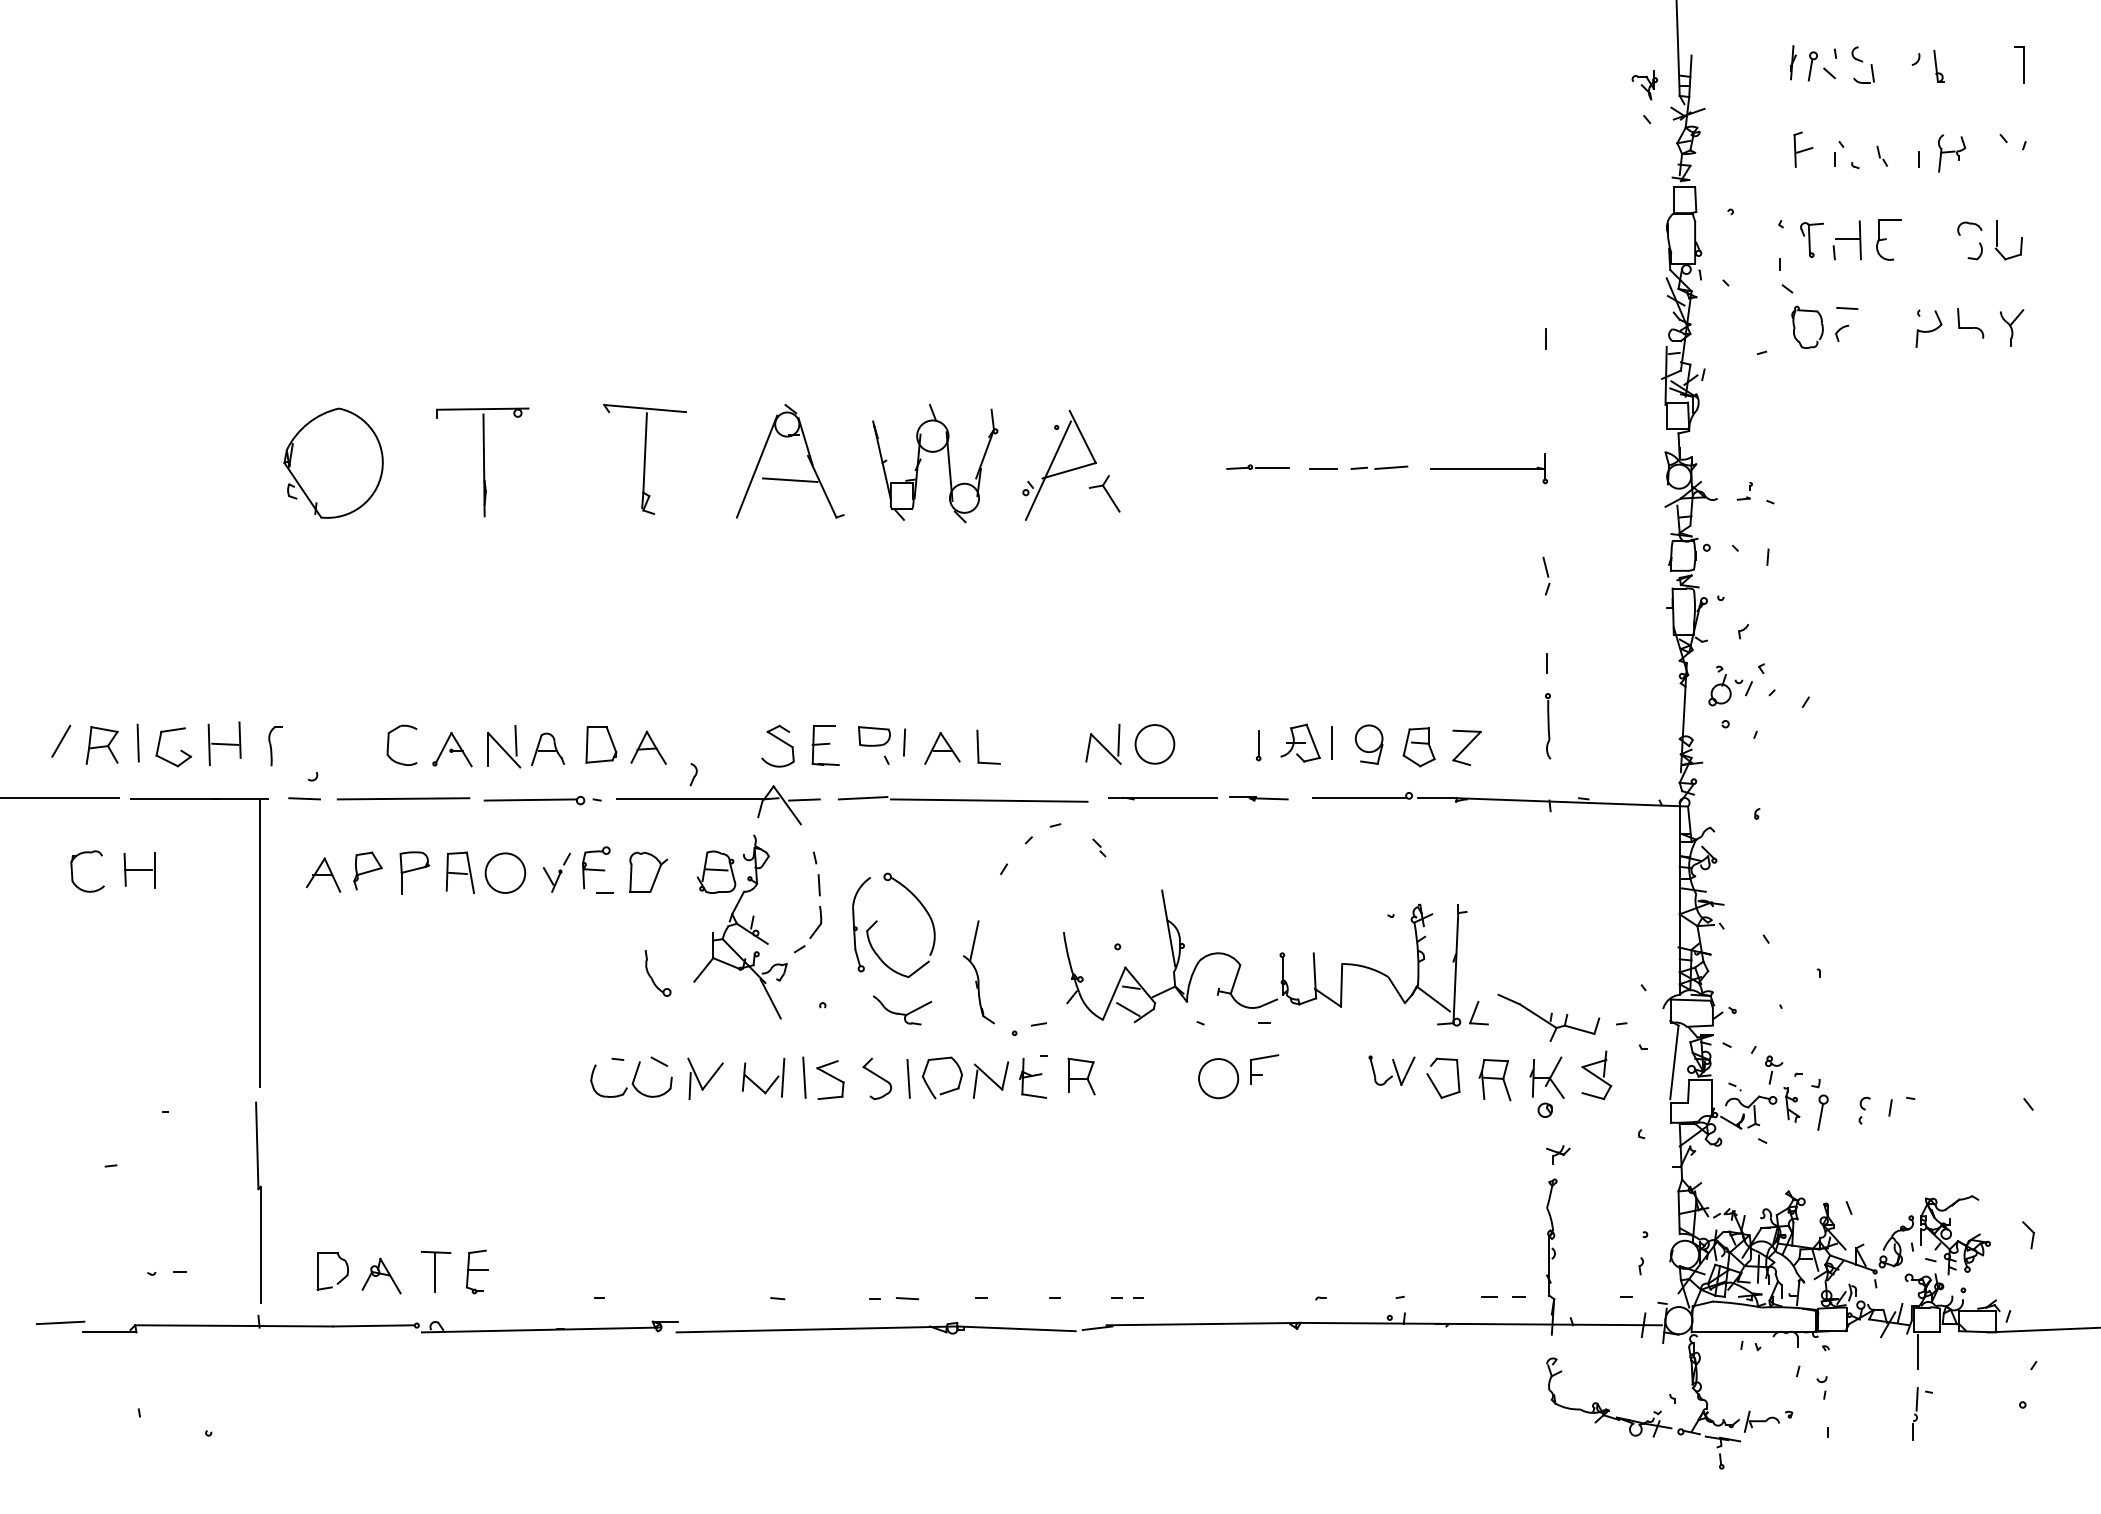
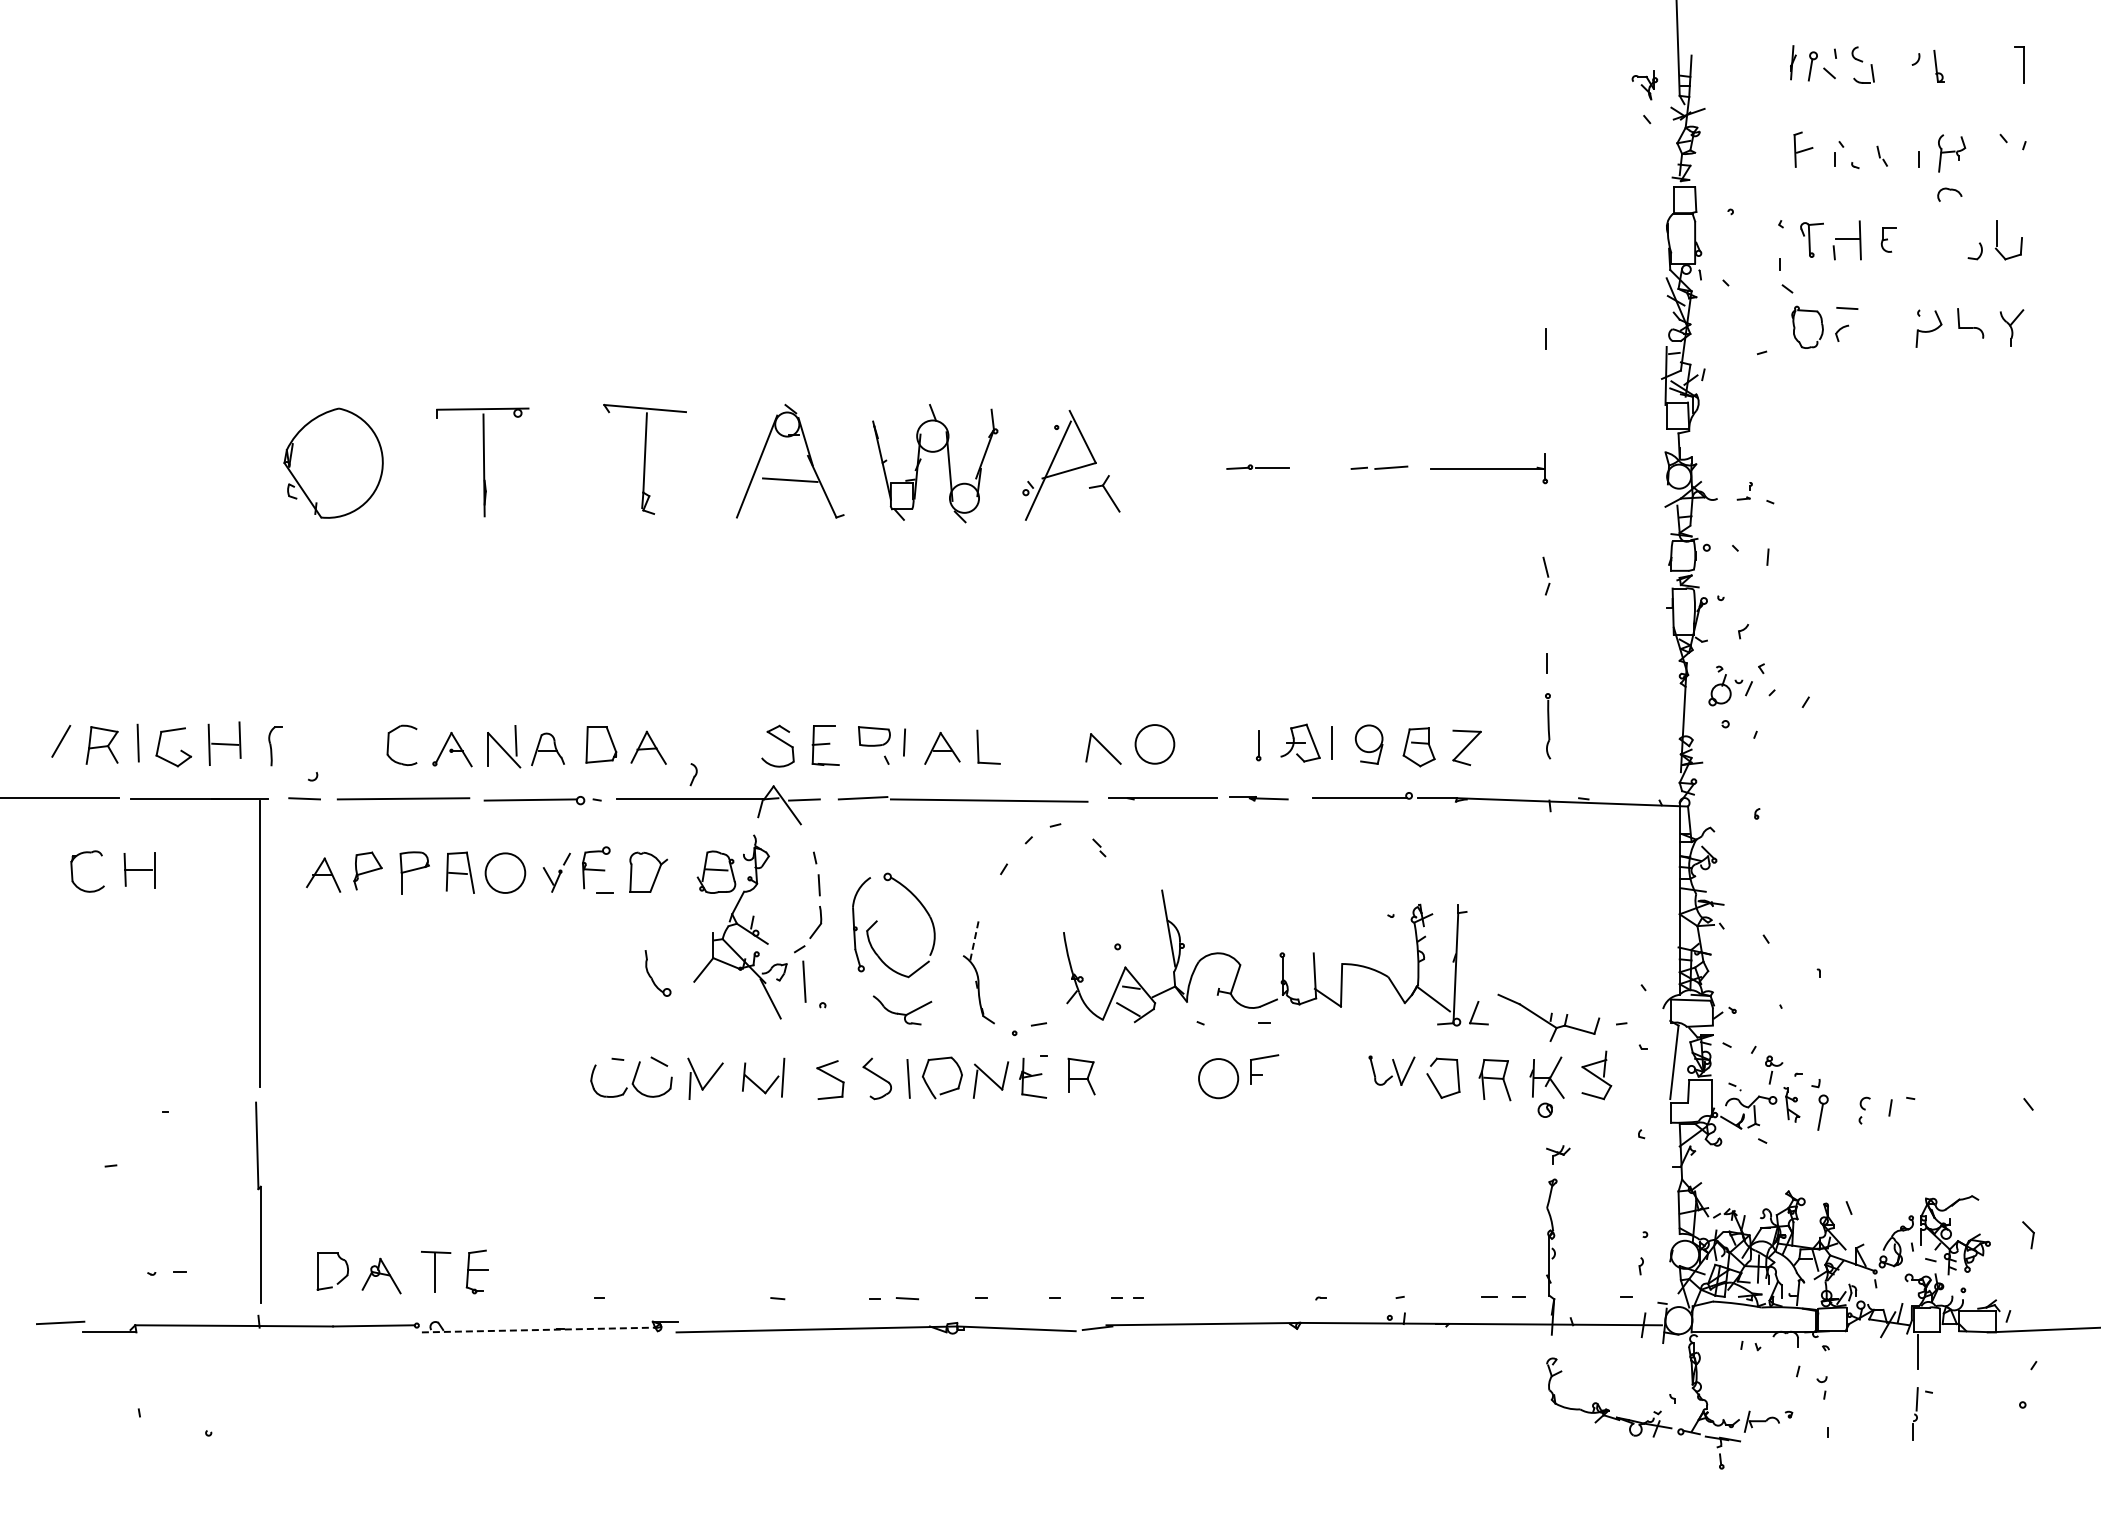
part at (1969, 228) position: (1969, 228) -> (1949, 194)
part at (1888, 239) size: 26x42 px -> 17x26 px
line at (1323, 468): present -> none
line at (1118, 739): present -> none
line at (974, 940): solid -> dashed
line at (804, 1077) position: (804, 1077) -> (804, 981)
line at (538, 1330): solid -> dashed
